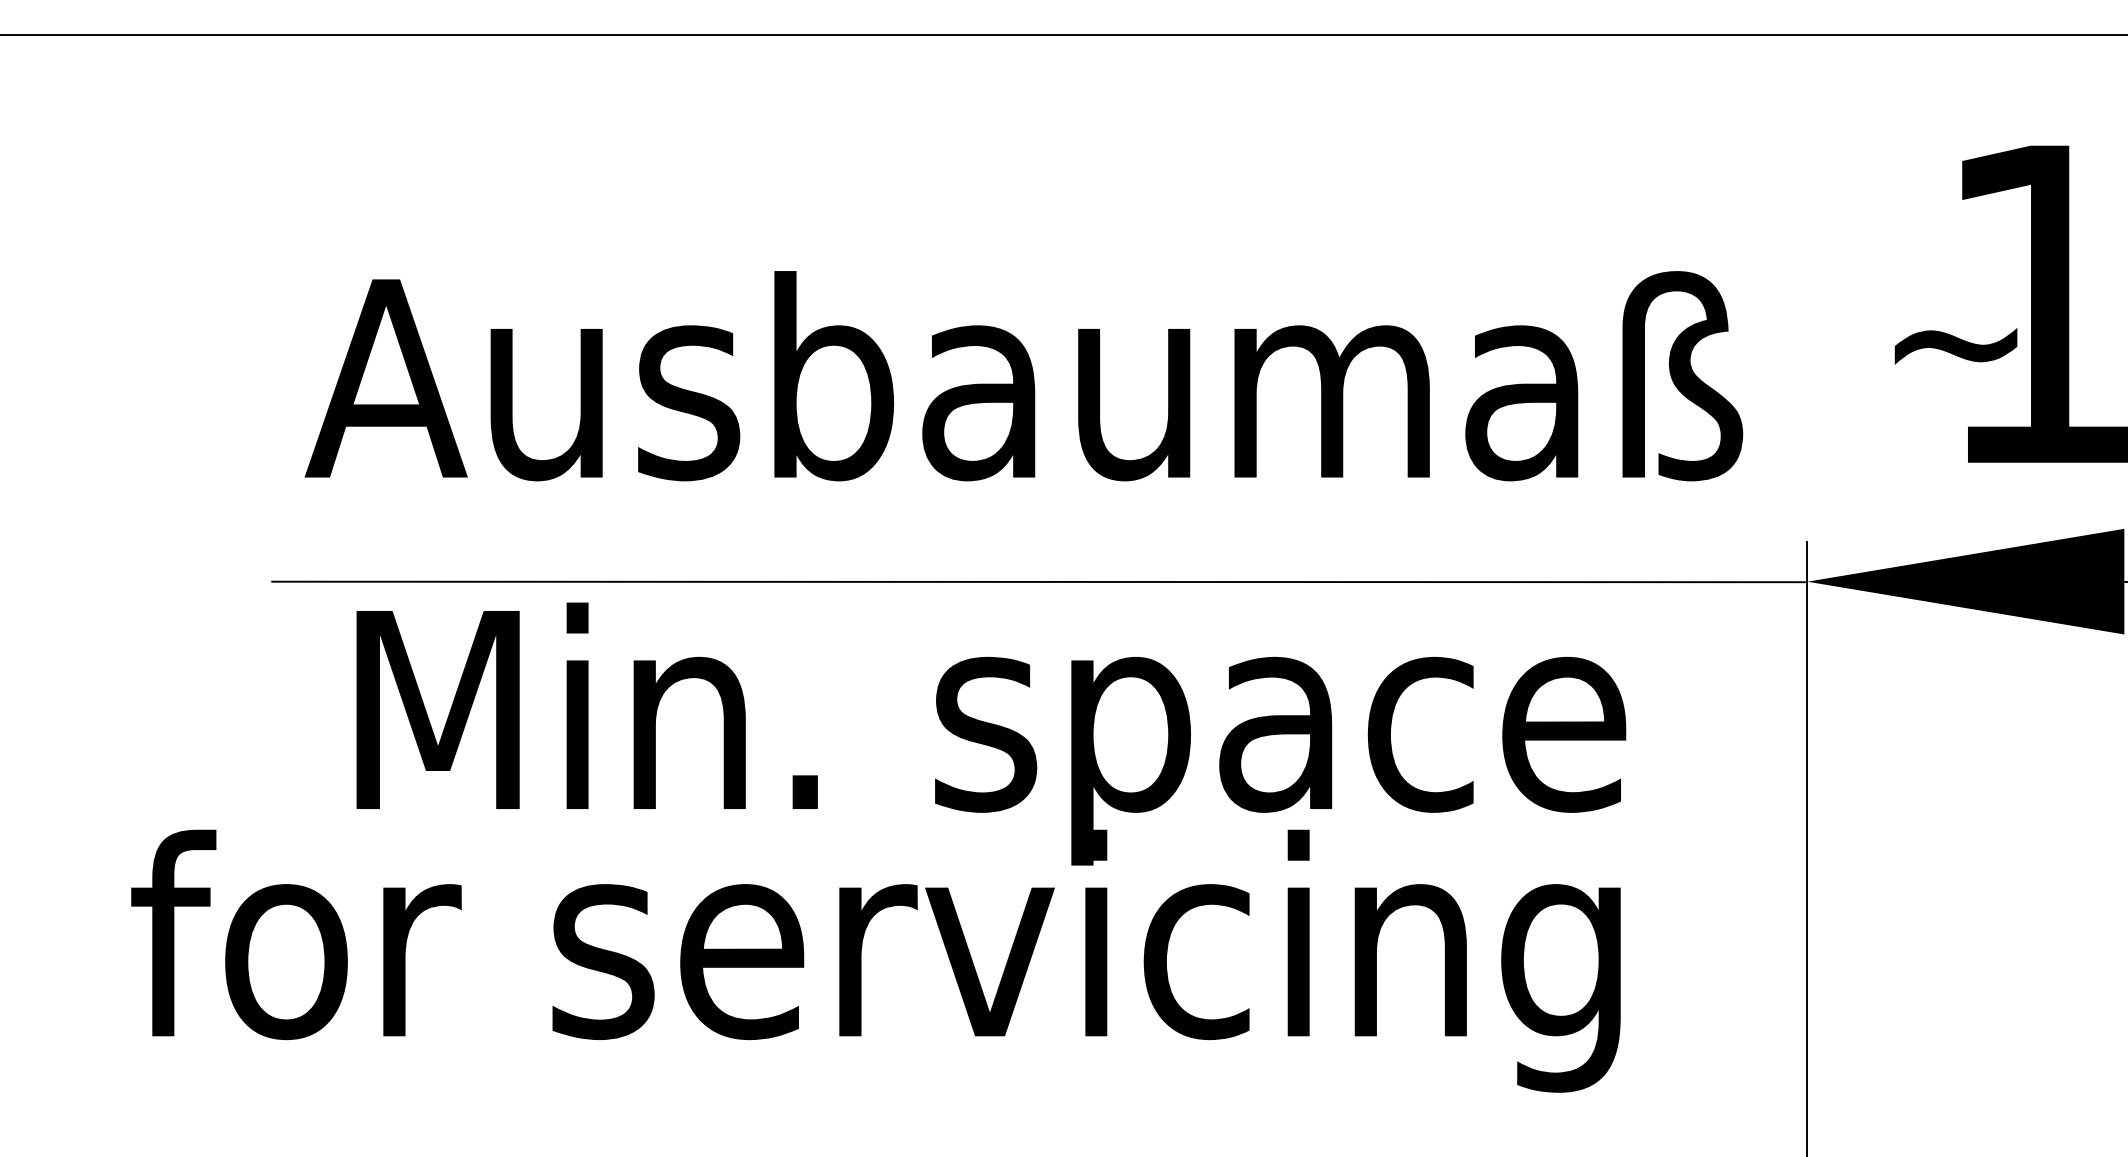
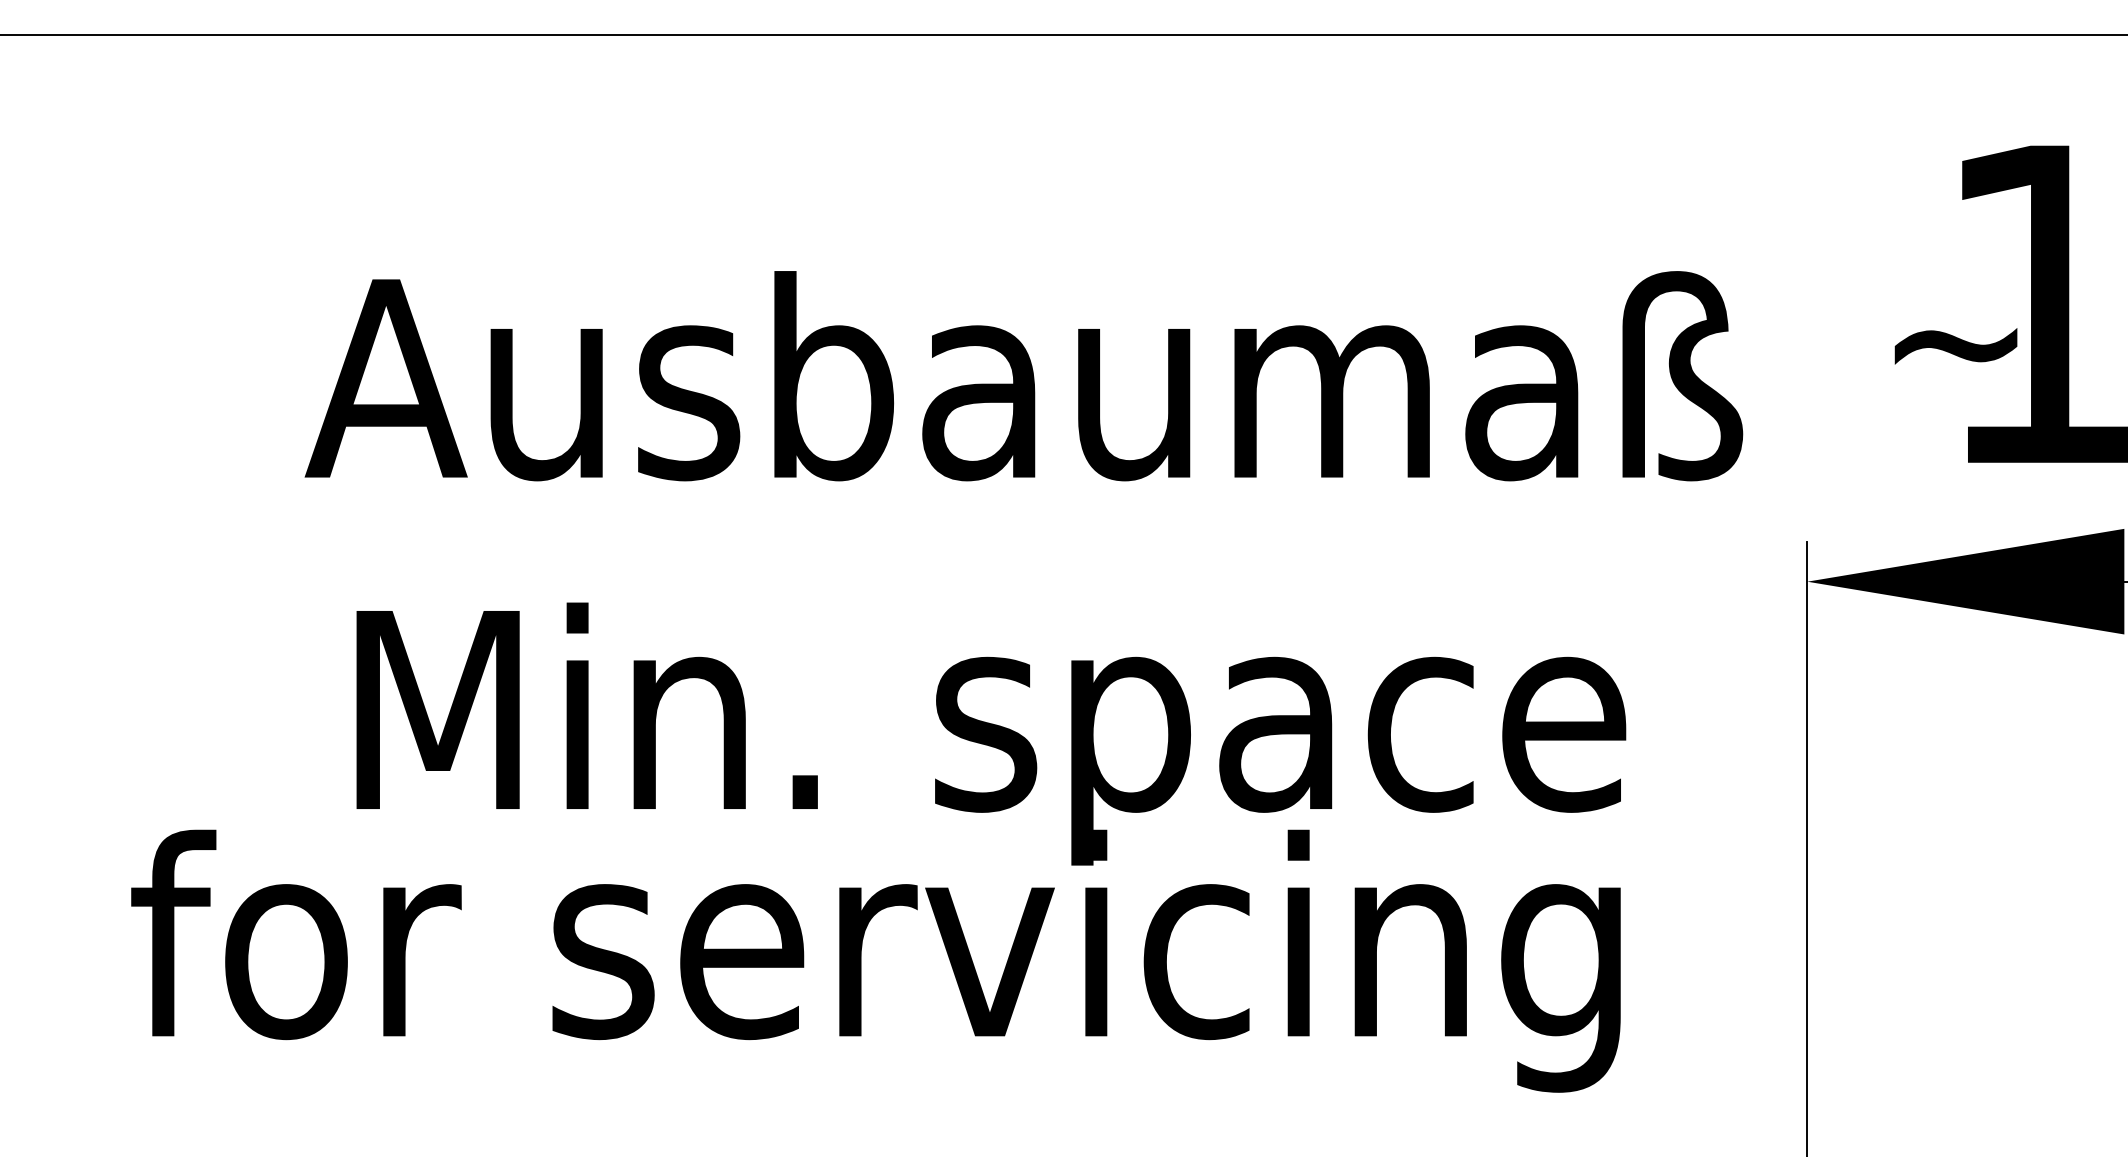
line at (1038, 581): present -> none
